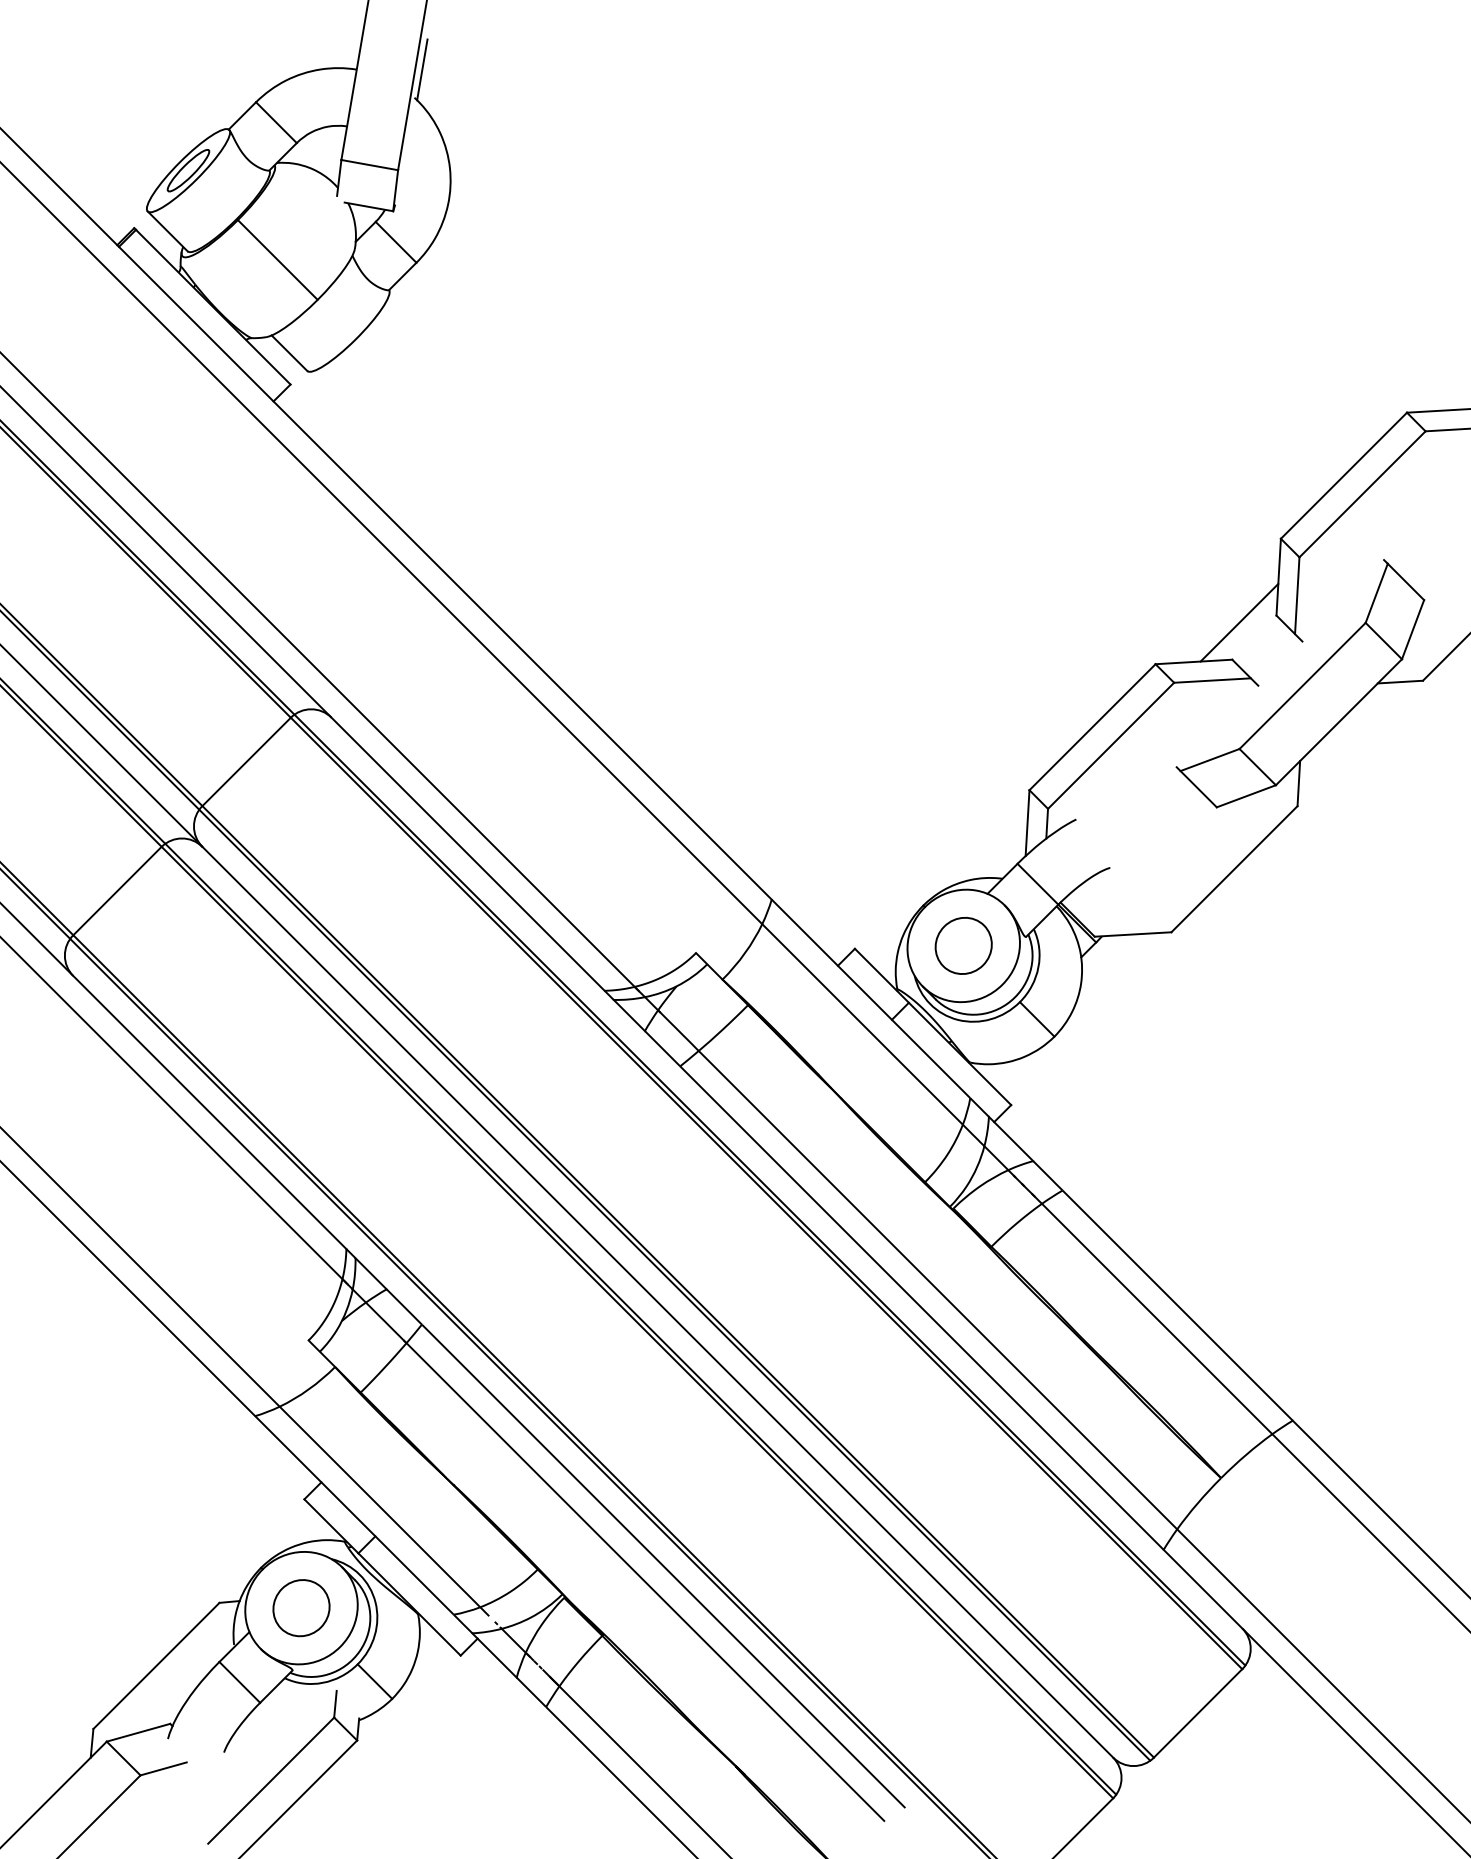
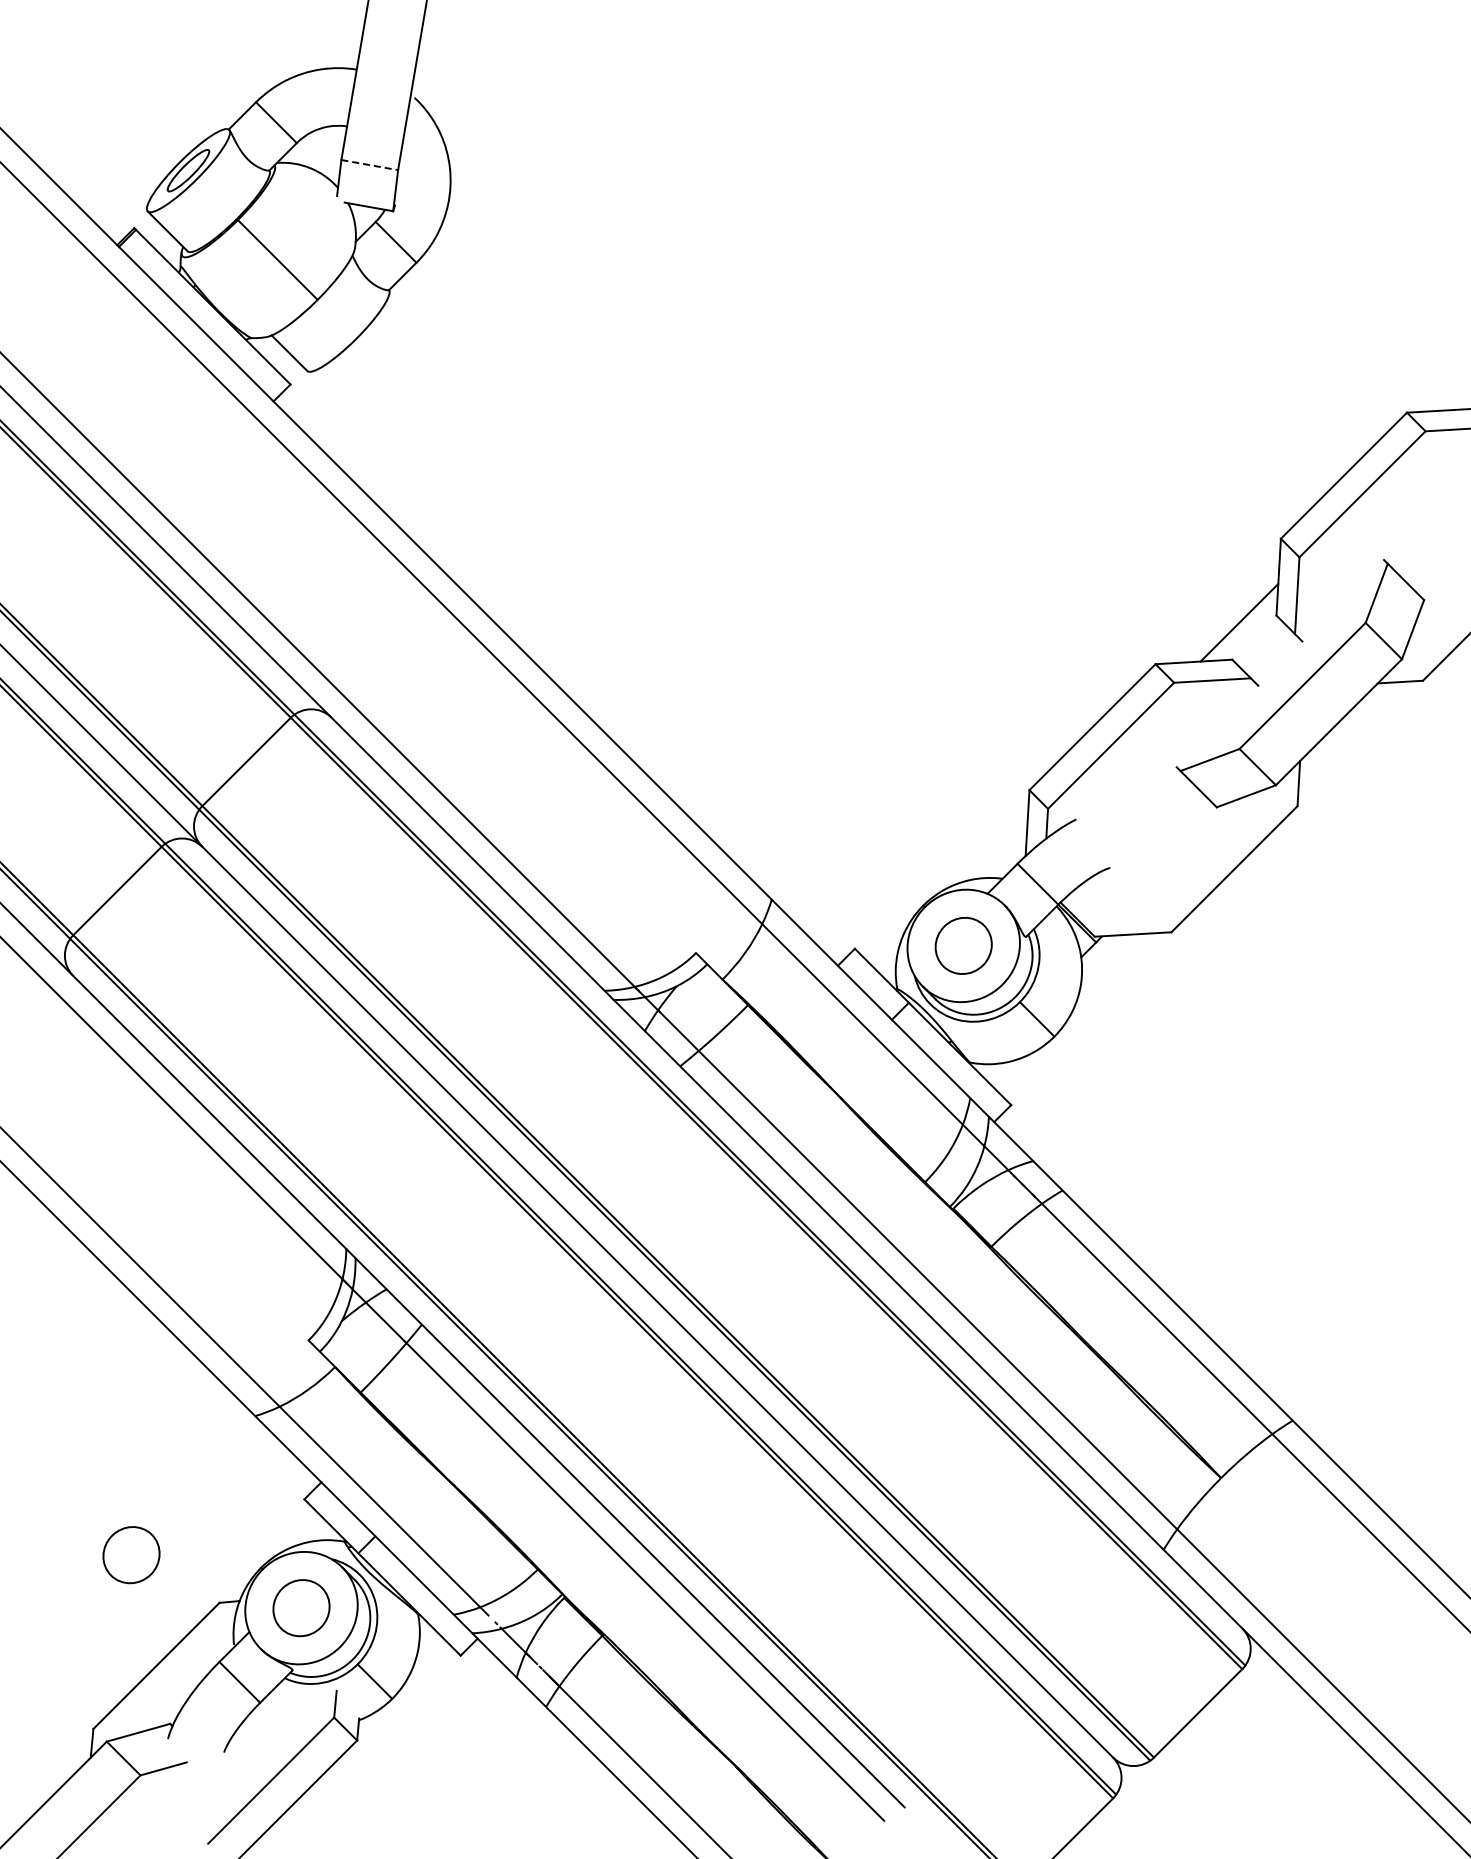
line at (422, 69): present -> none
line at (369, 165): solid -> dashed
part at (131, 1555): none -> present
